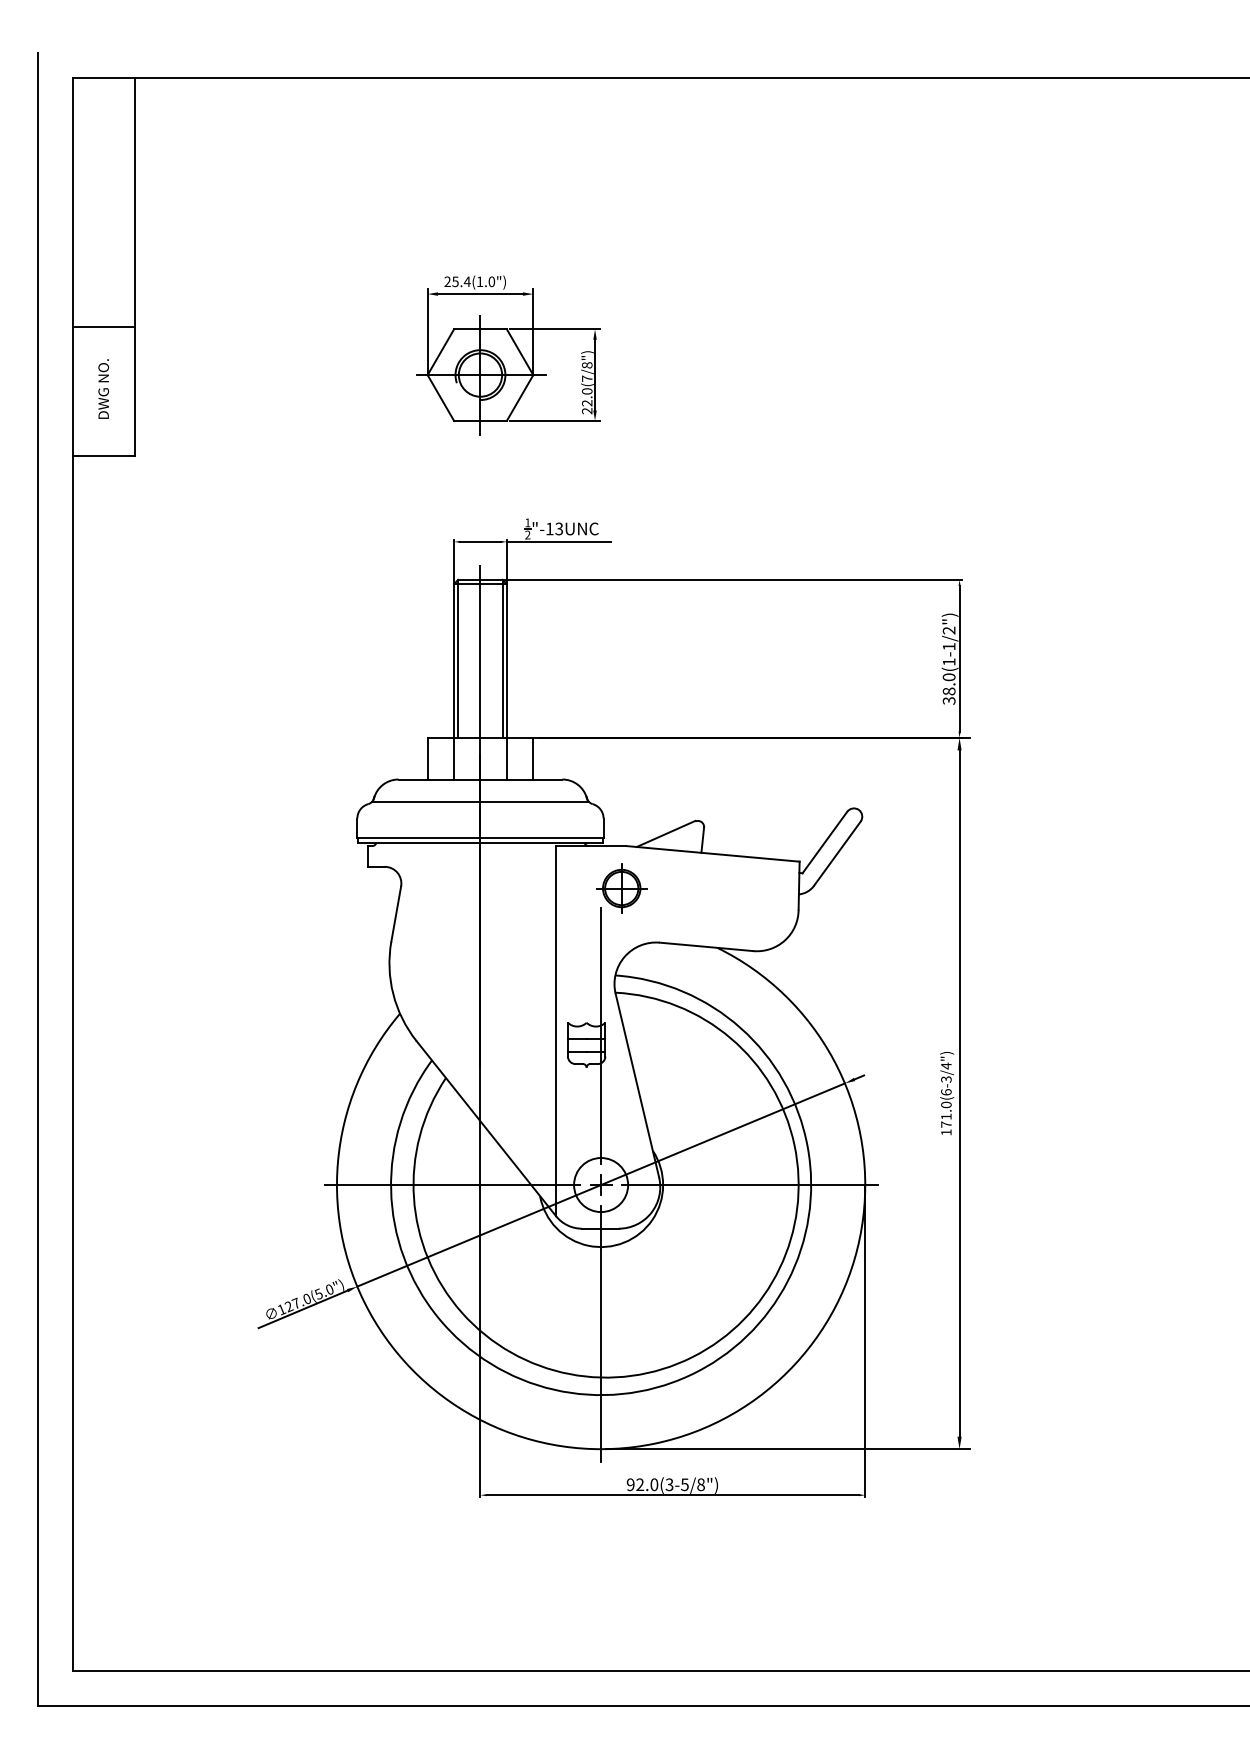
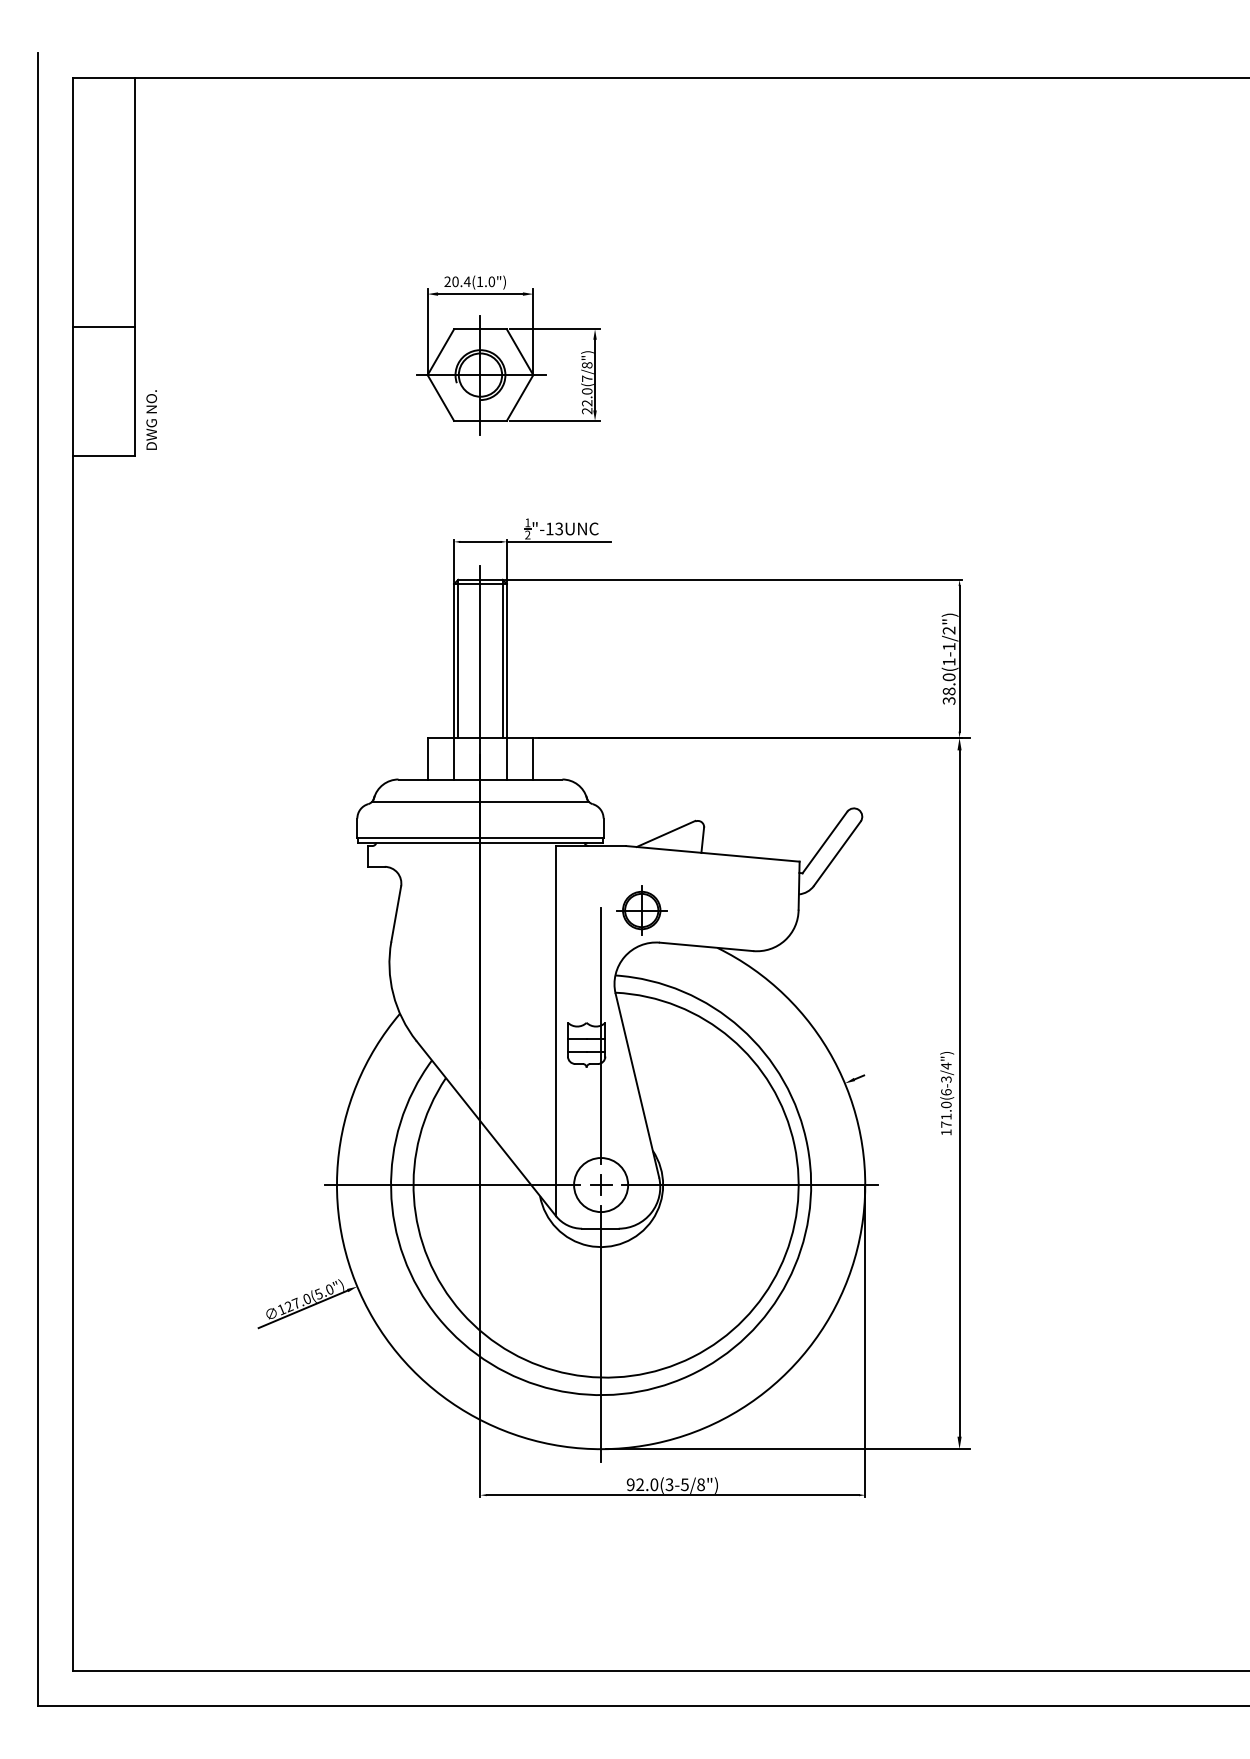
text at (455, 281): 25.4(1.0") -> 20.4(1.0")
text at (103, 388) position: (103, 388) -> (151, 419)
part at (621, 888) position: (621, 888) -> (641, 910)
line at (600, 1184): present -> none
